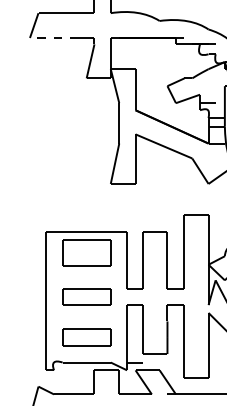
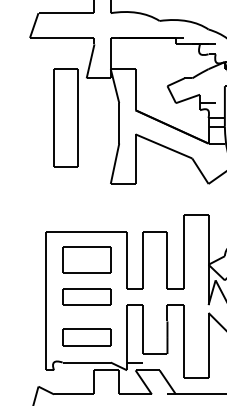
line at (53, 38): dashed -> solid
part at (65, 117): none -> present
part at (86, 252) position: (86, 252) -> (86, 259)
